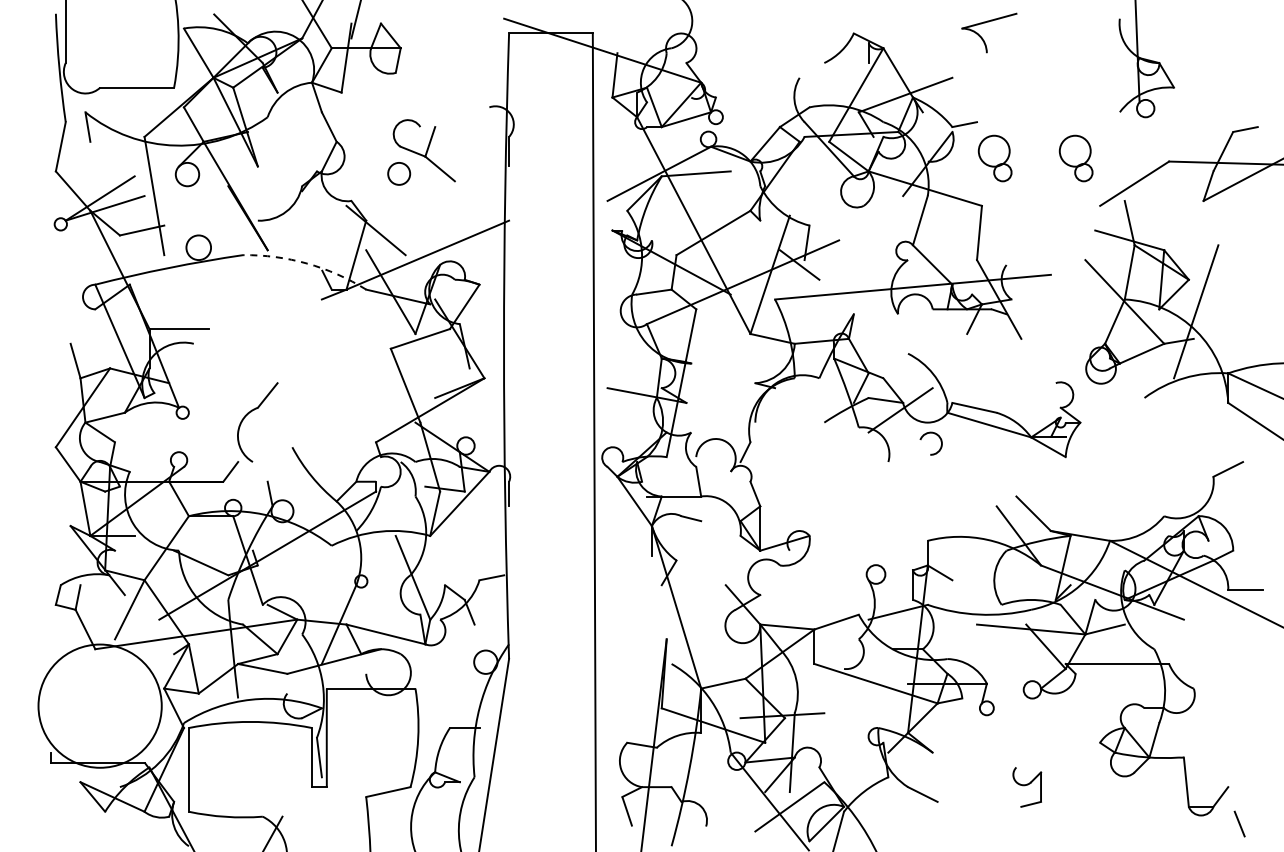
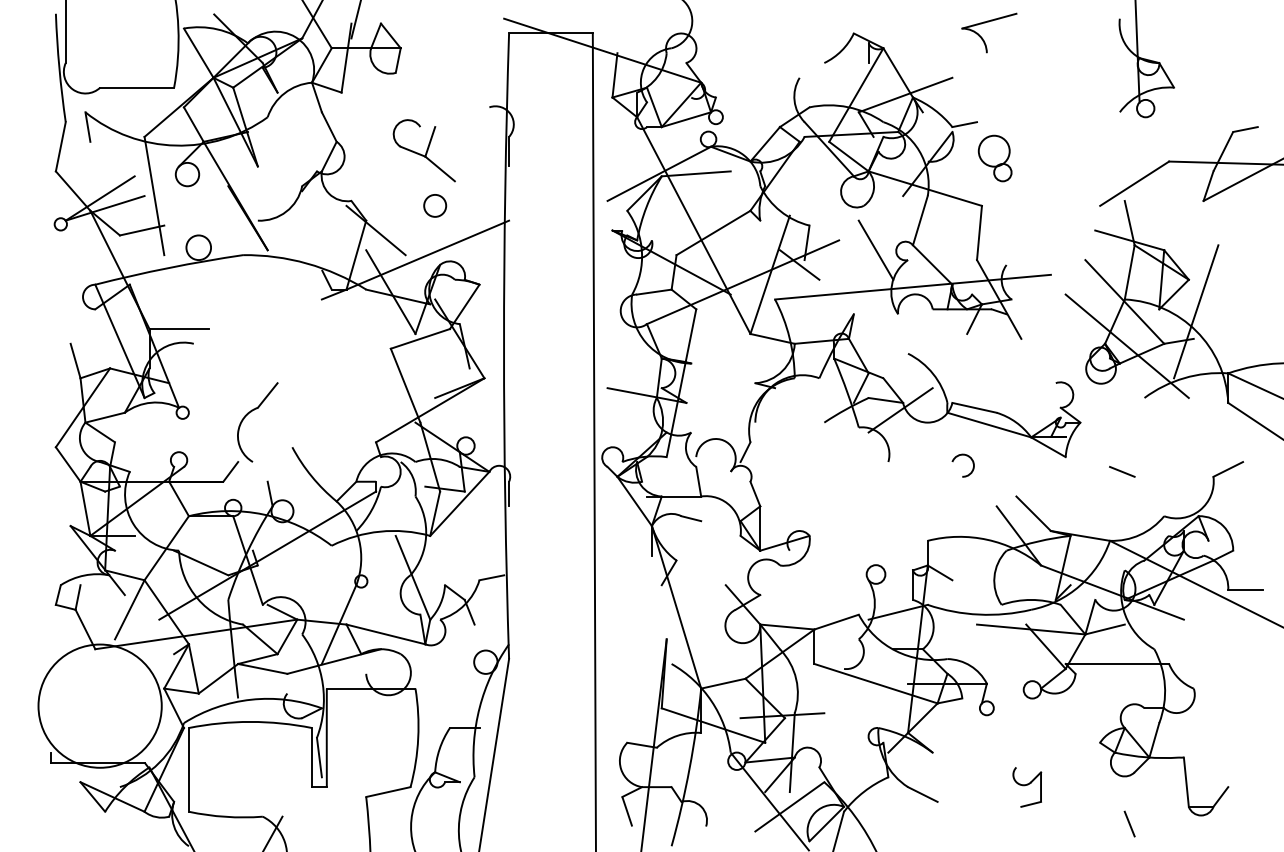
part at (1075, 158): present -> none
circle at (399, 173) position: (399, 173) -> (435, 205)
line at (875, 249): none -> present
arc at (307, 263): dashed -> solid
line at (1126, 346): none -> present
arc at (925, 435) position: (925, 435) -> (957, 457)
line at (1122, 471): none -> present
line at (1239, 823) position: (1239, 823) -> (1129, 823)
